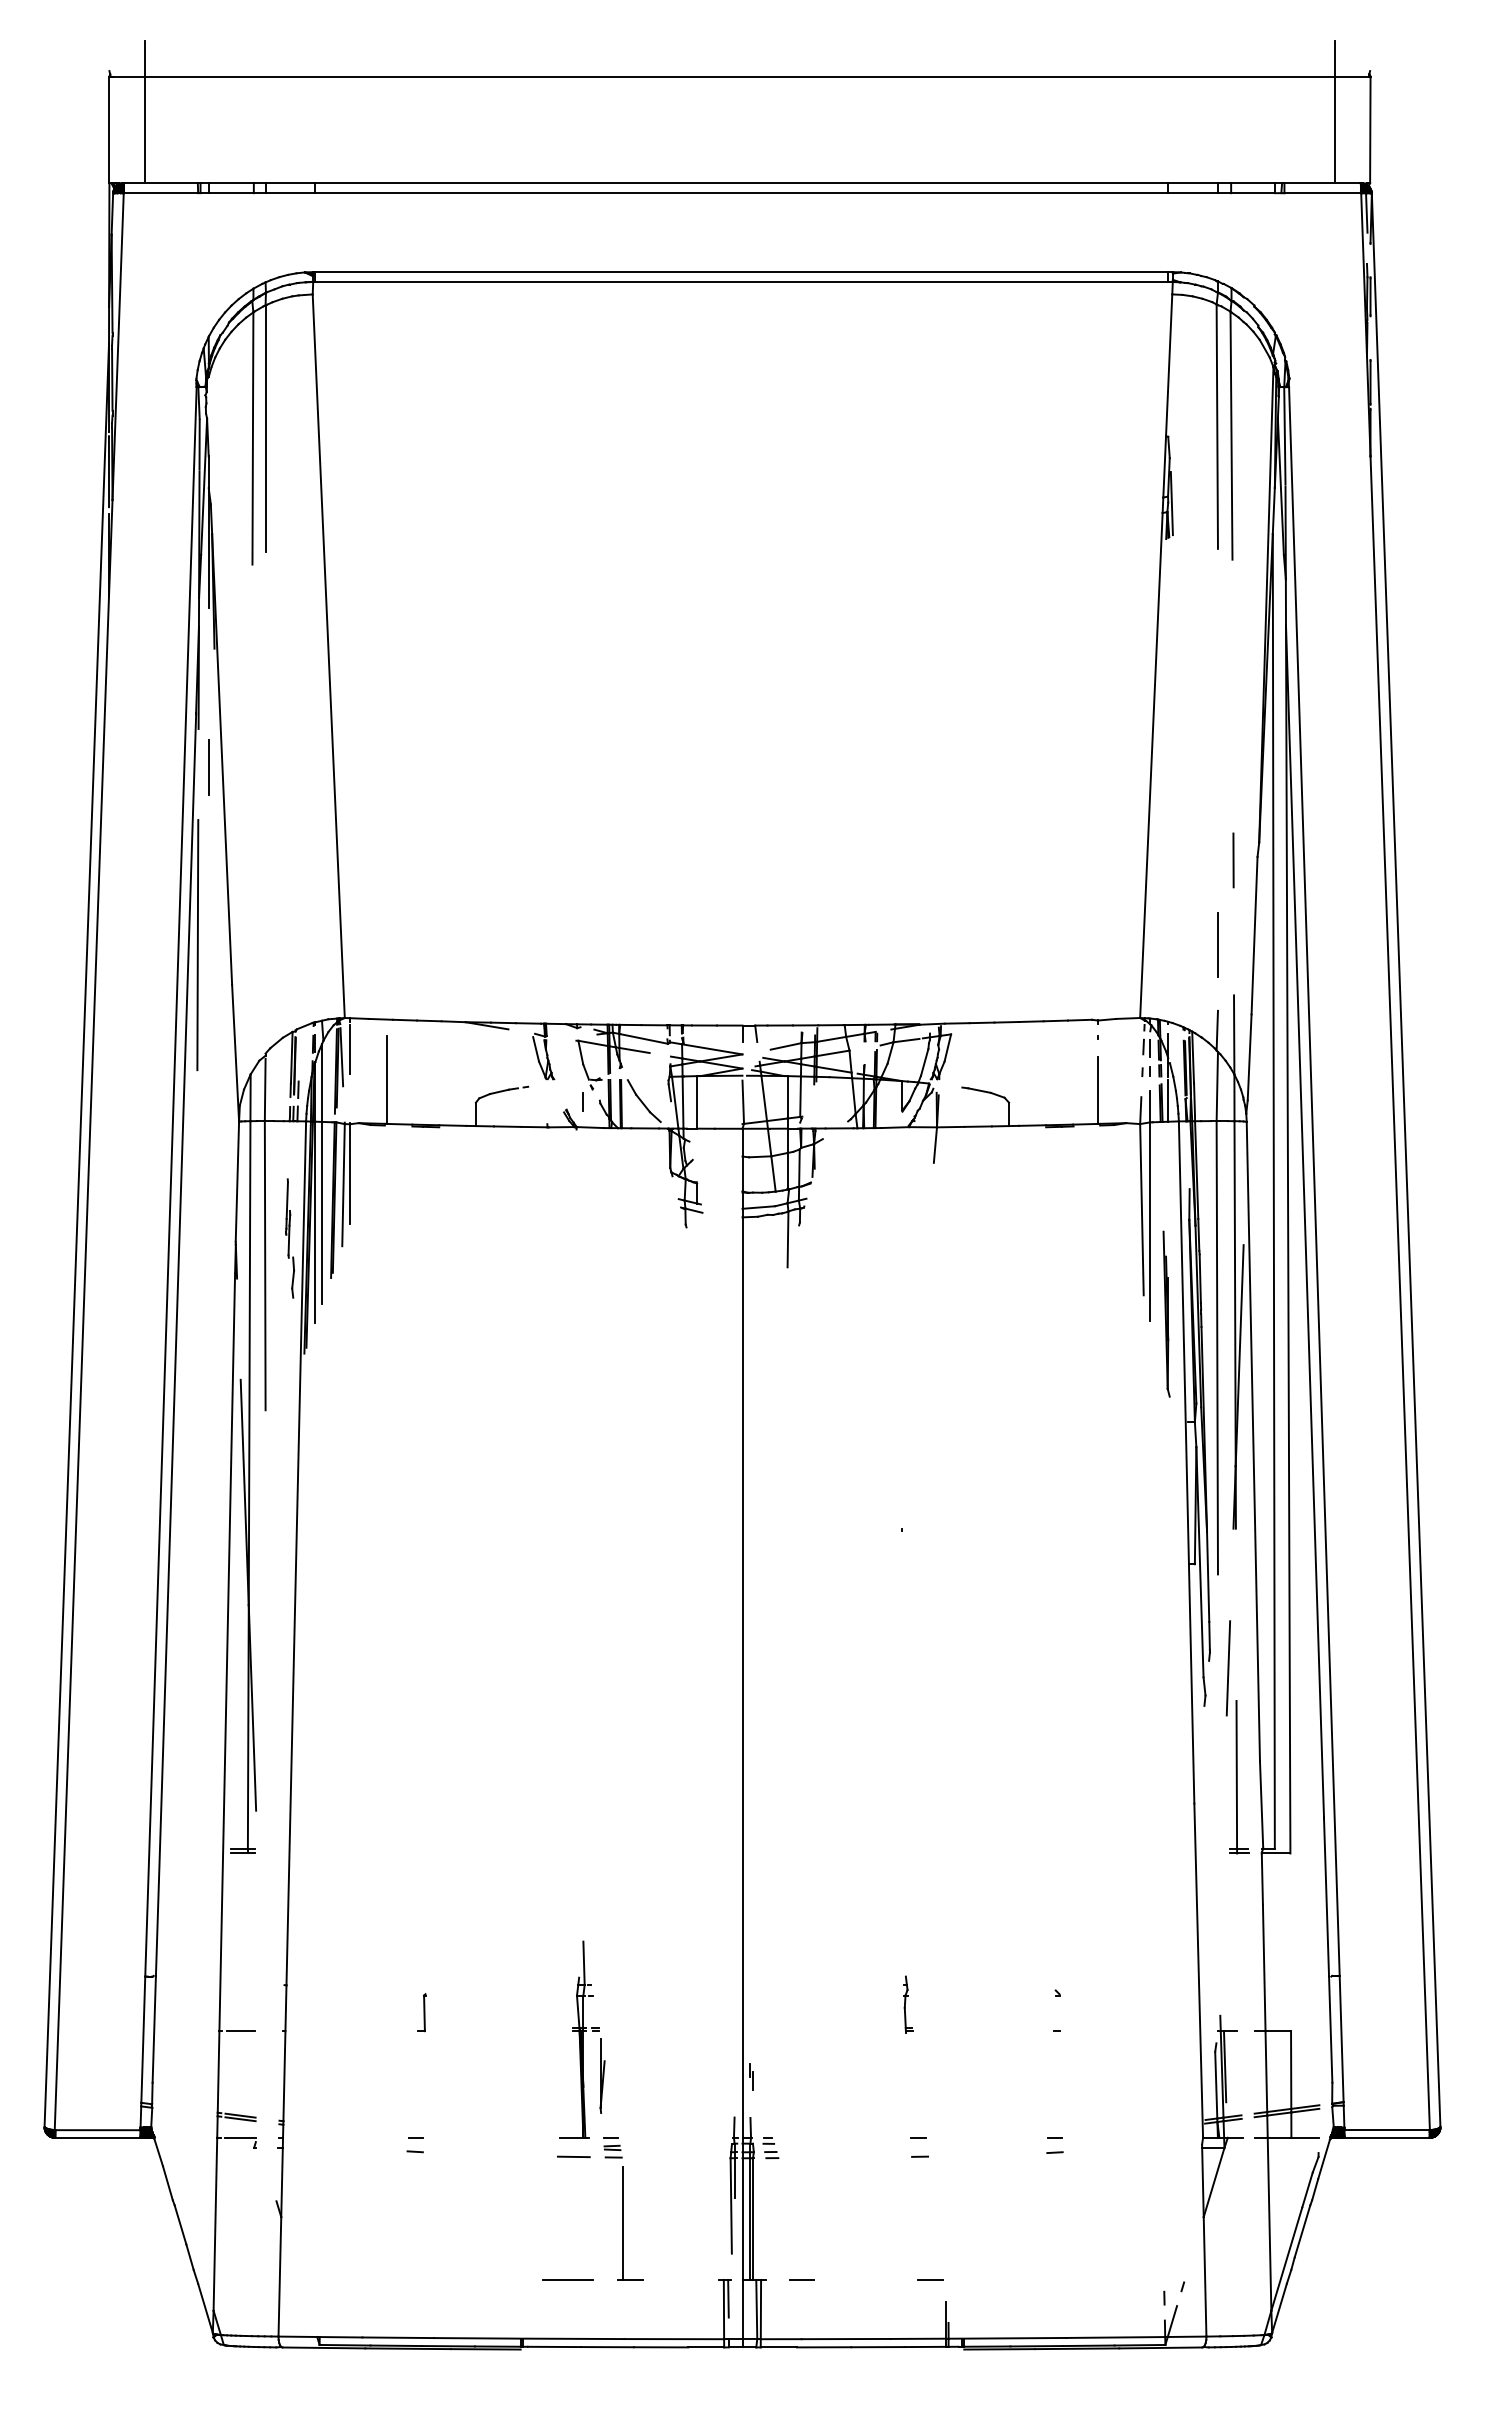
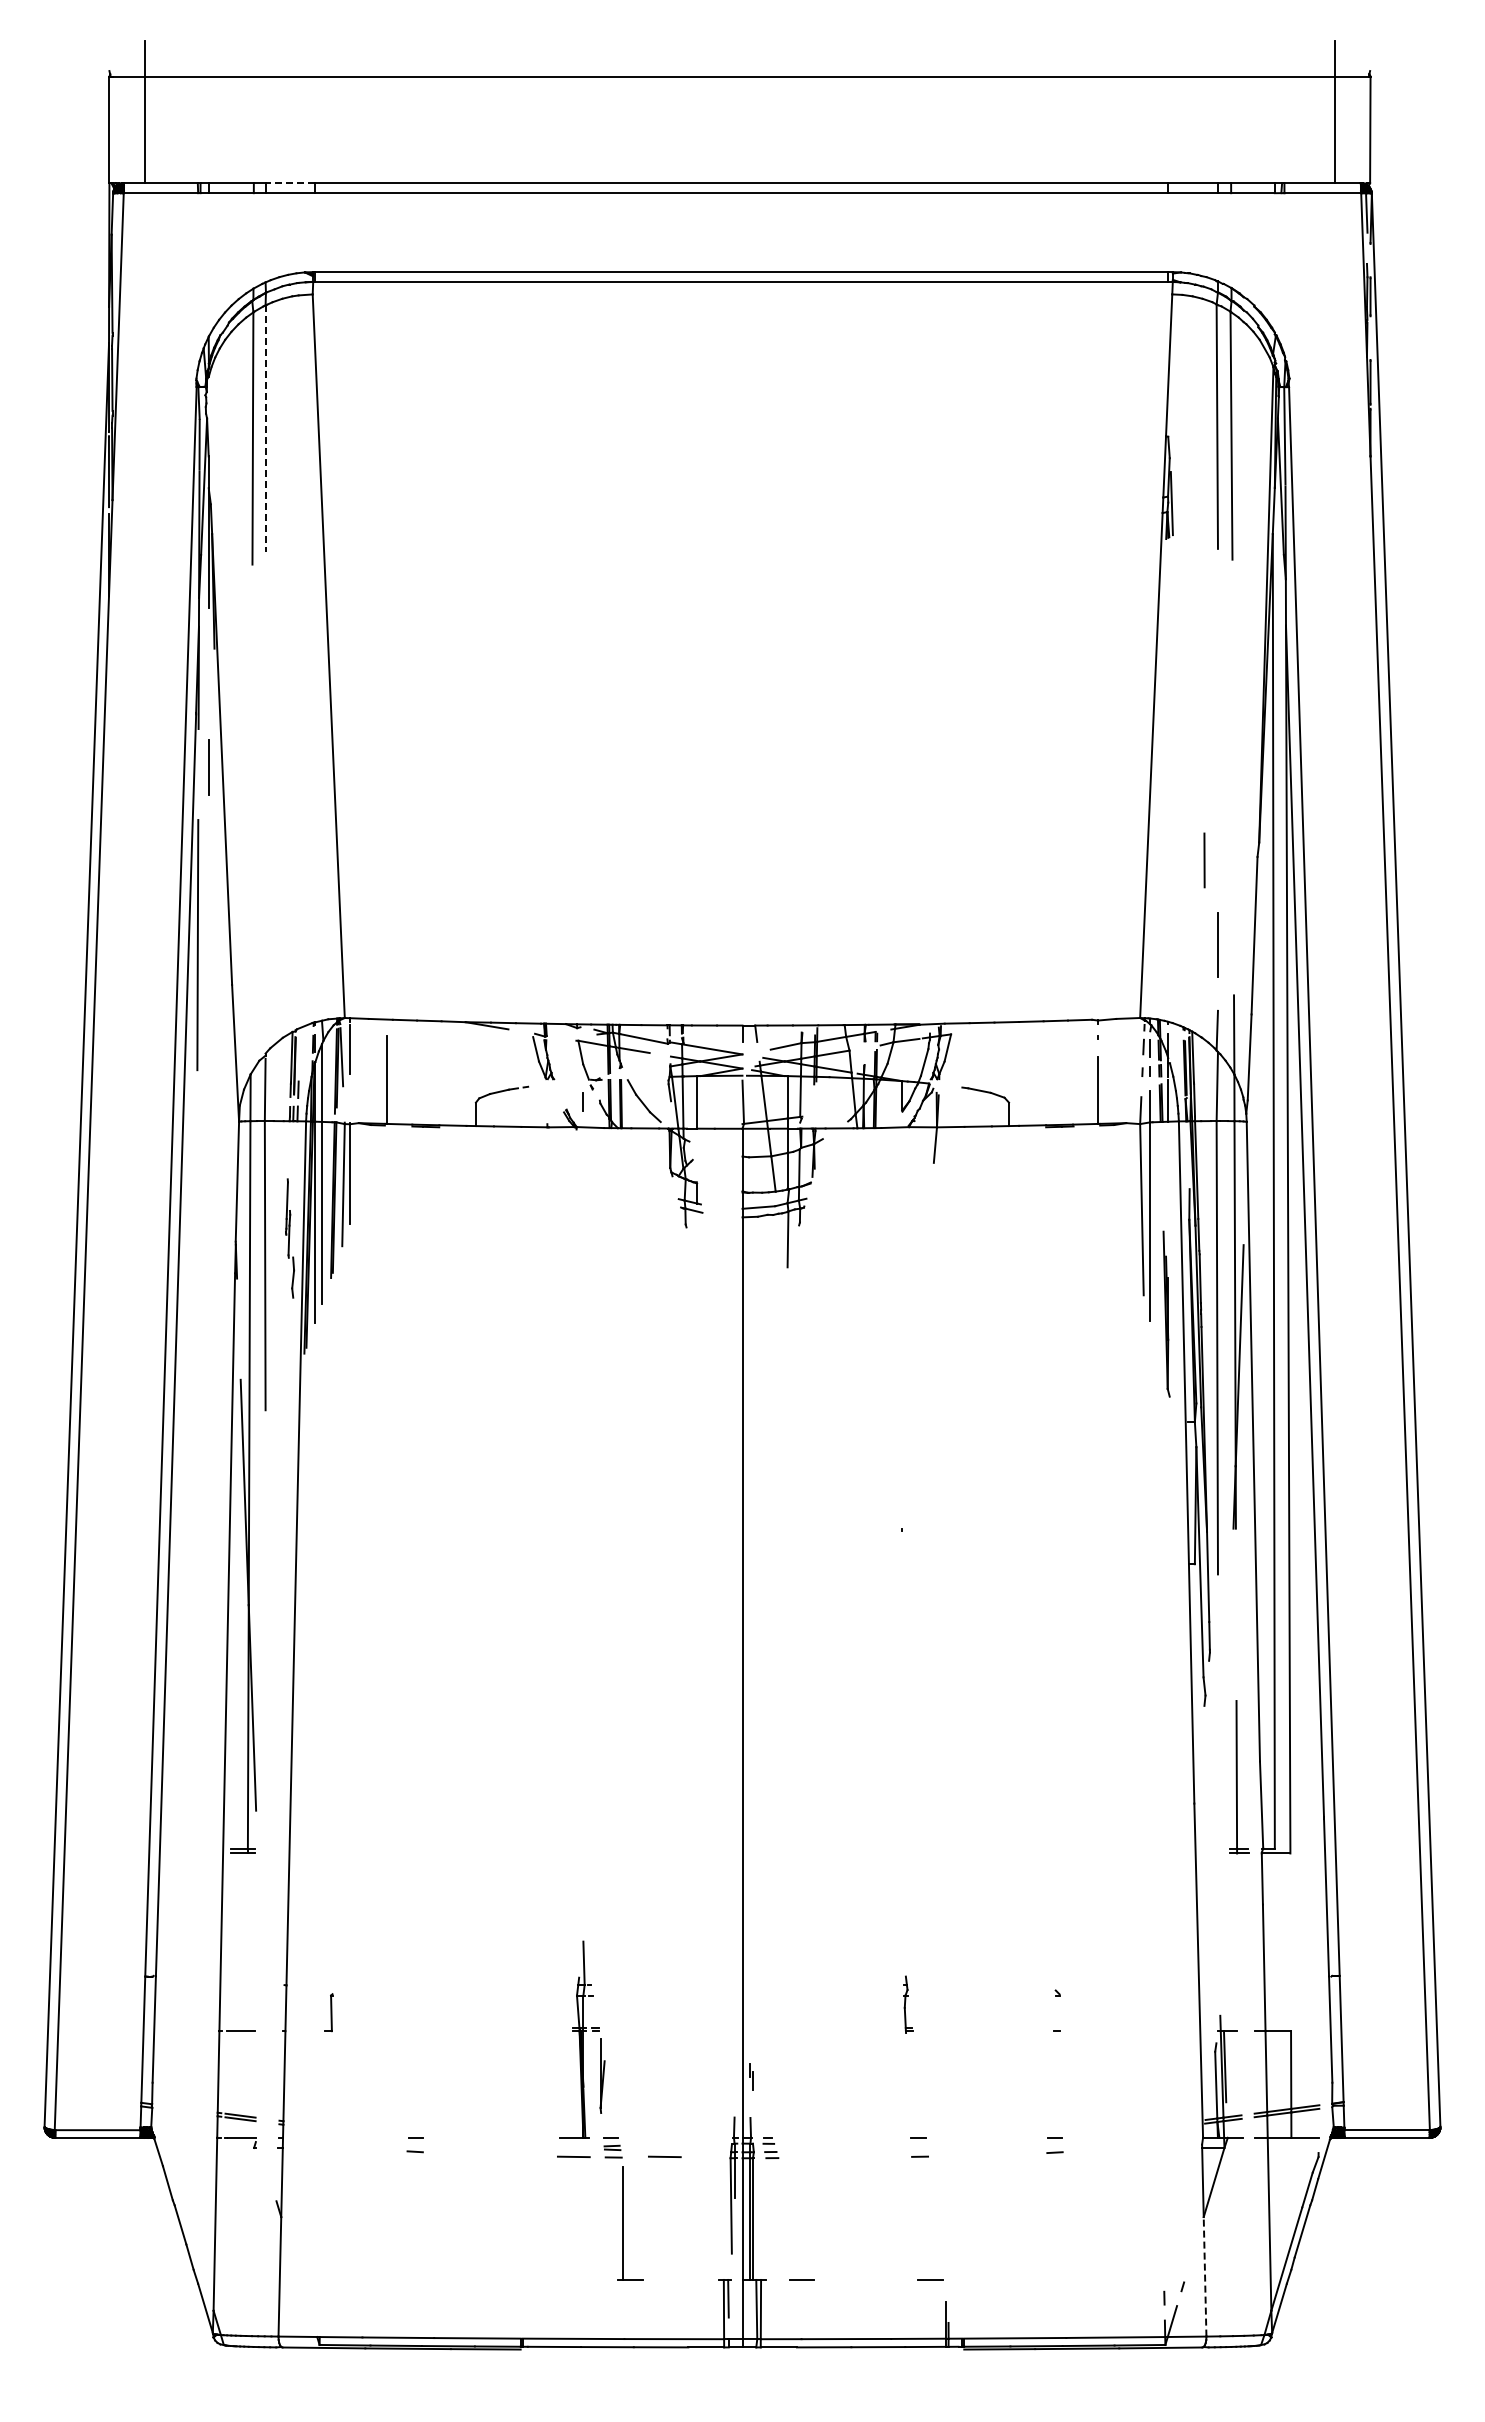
line at (290, 183): solid -> dashed
line at (265, 429): solid -> dashed
line at (1233, 860) position: (1233, 860) -> (1204, 860)
line at (1228, 1668): present -> none
part at (421, 2012) position: (421, 2012) -> (328, 2012)
line at (664, 2156): none -> present
line at (1205, 2276): solid -> dashed
line at (567, 2279): present -> none
